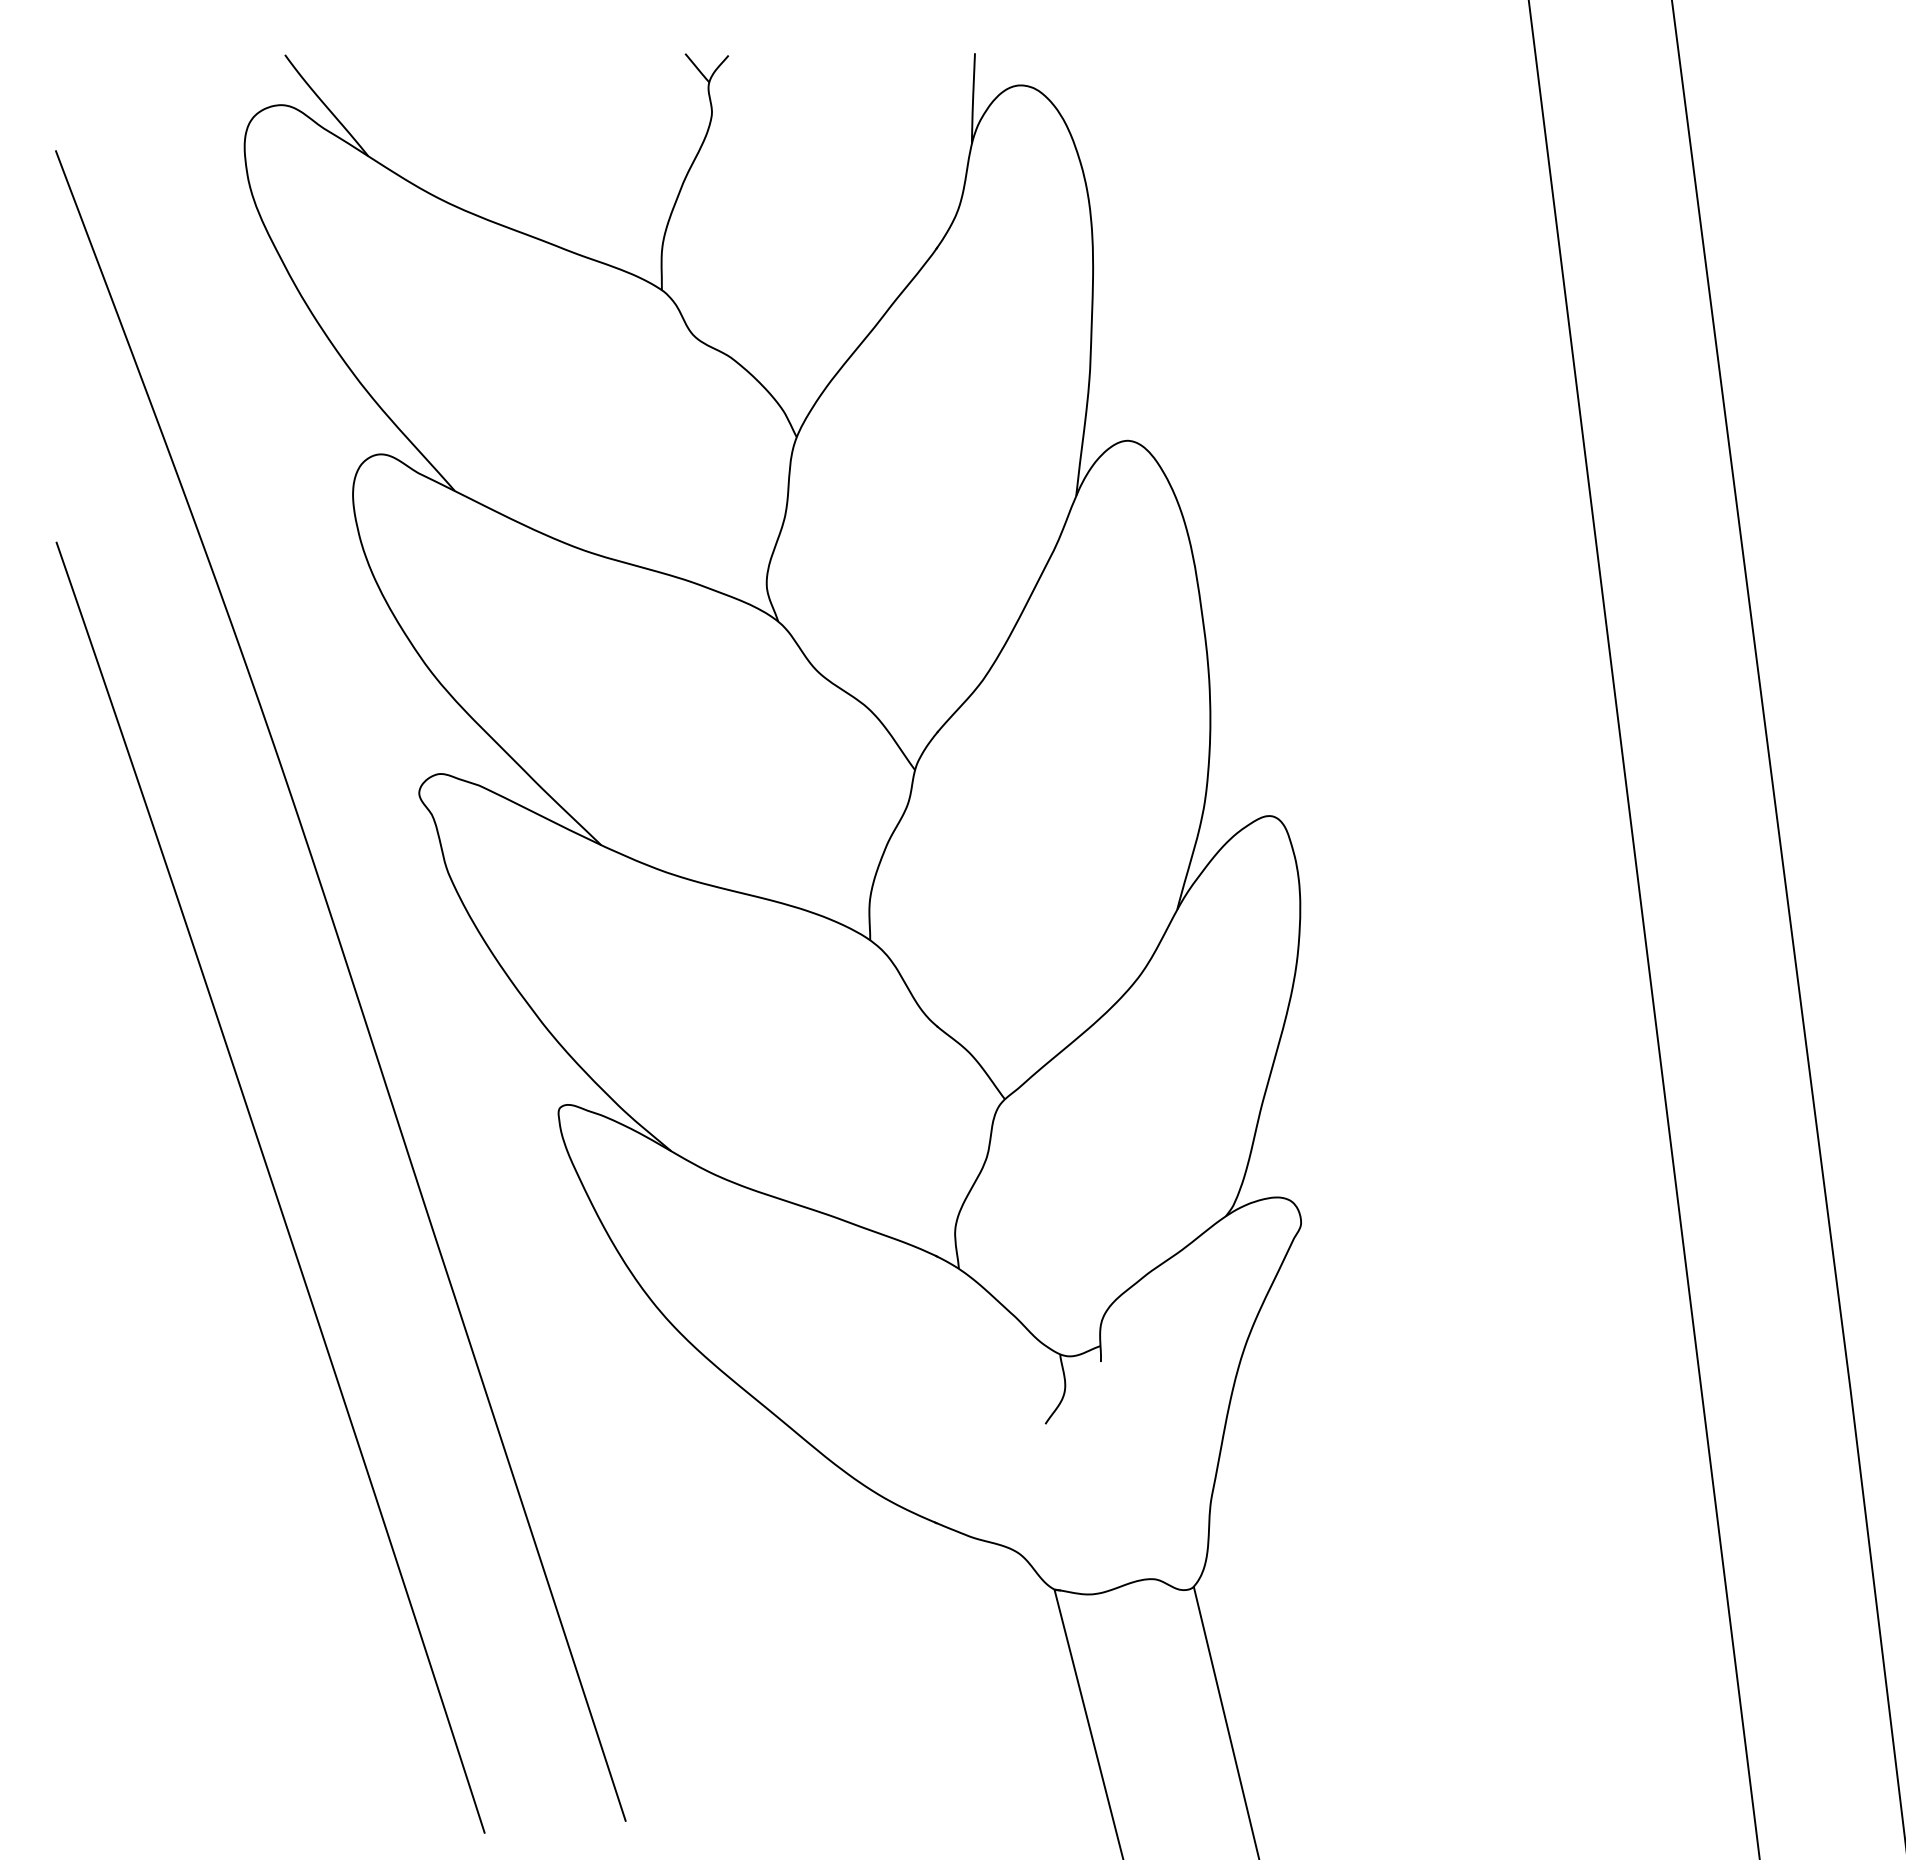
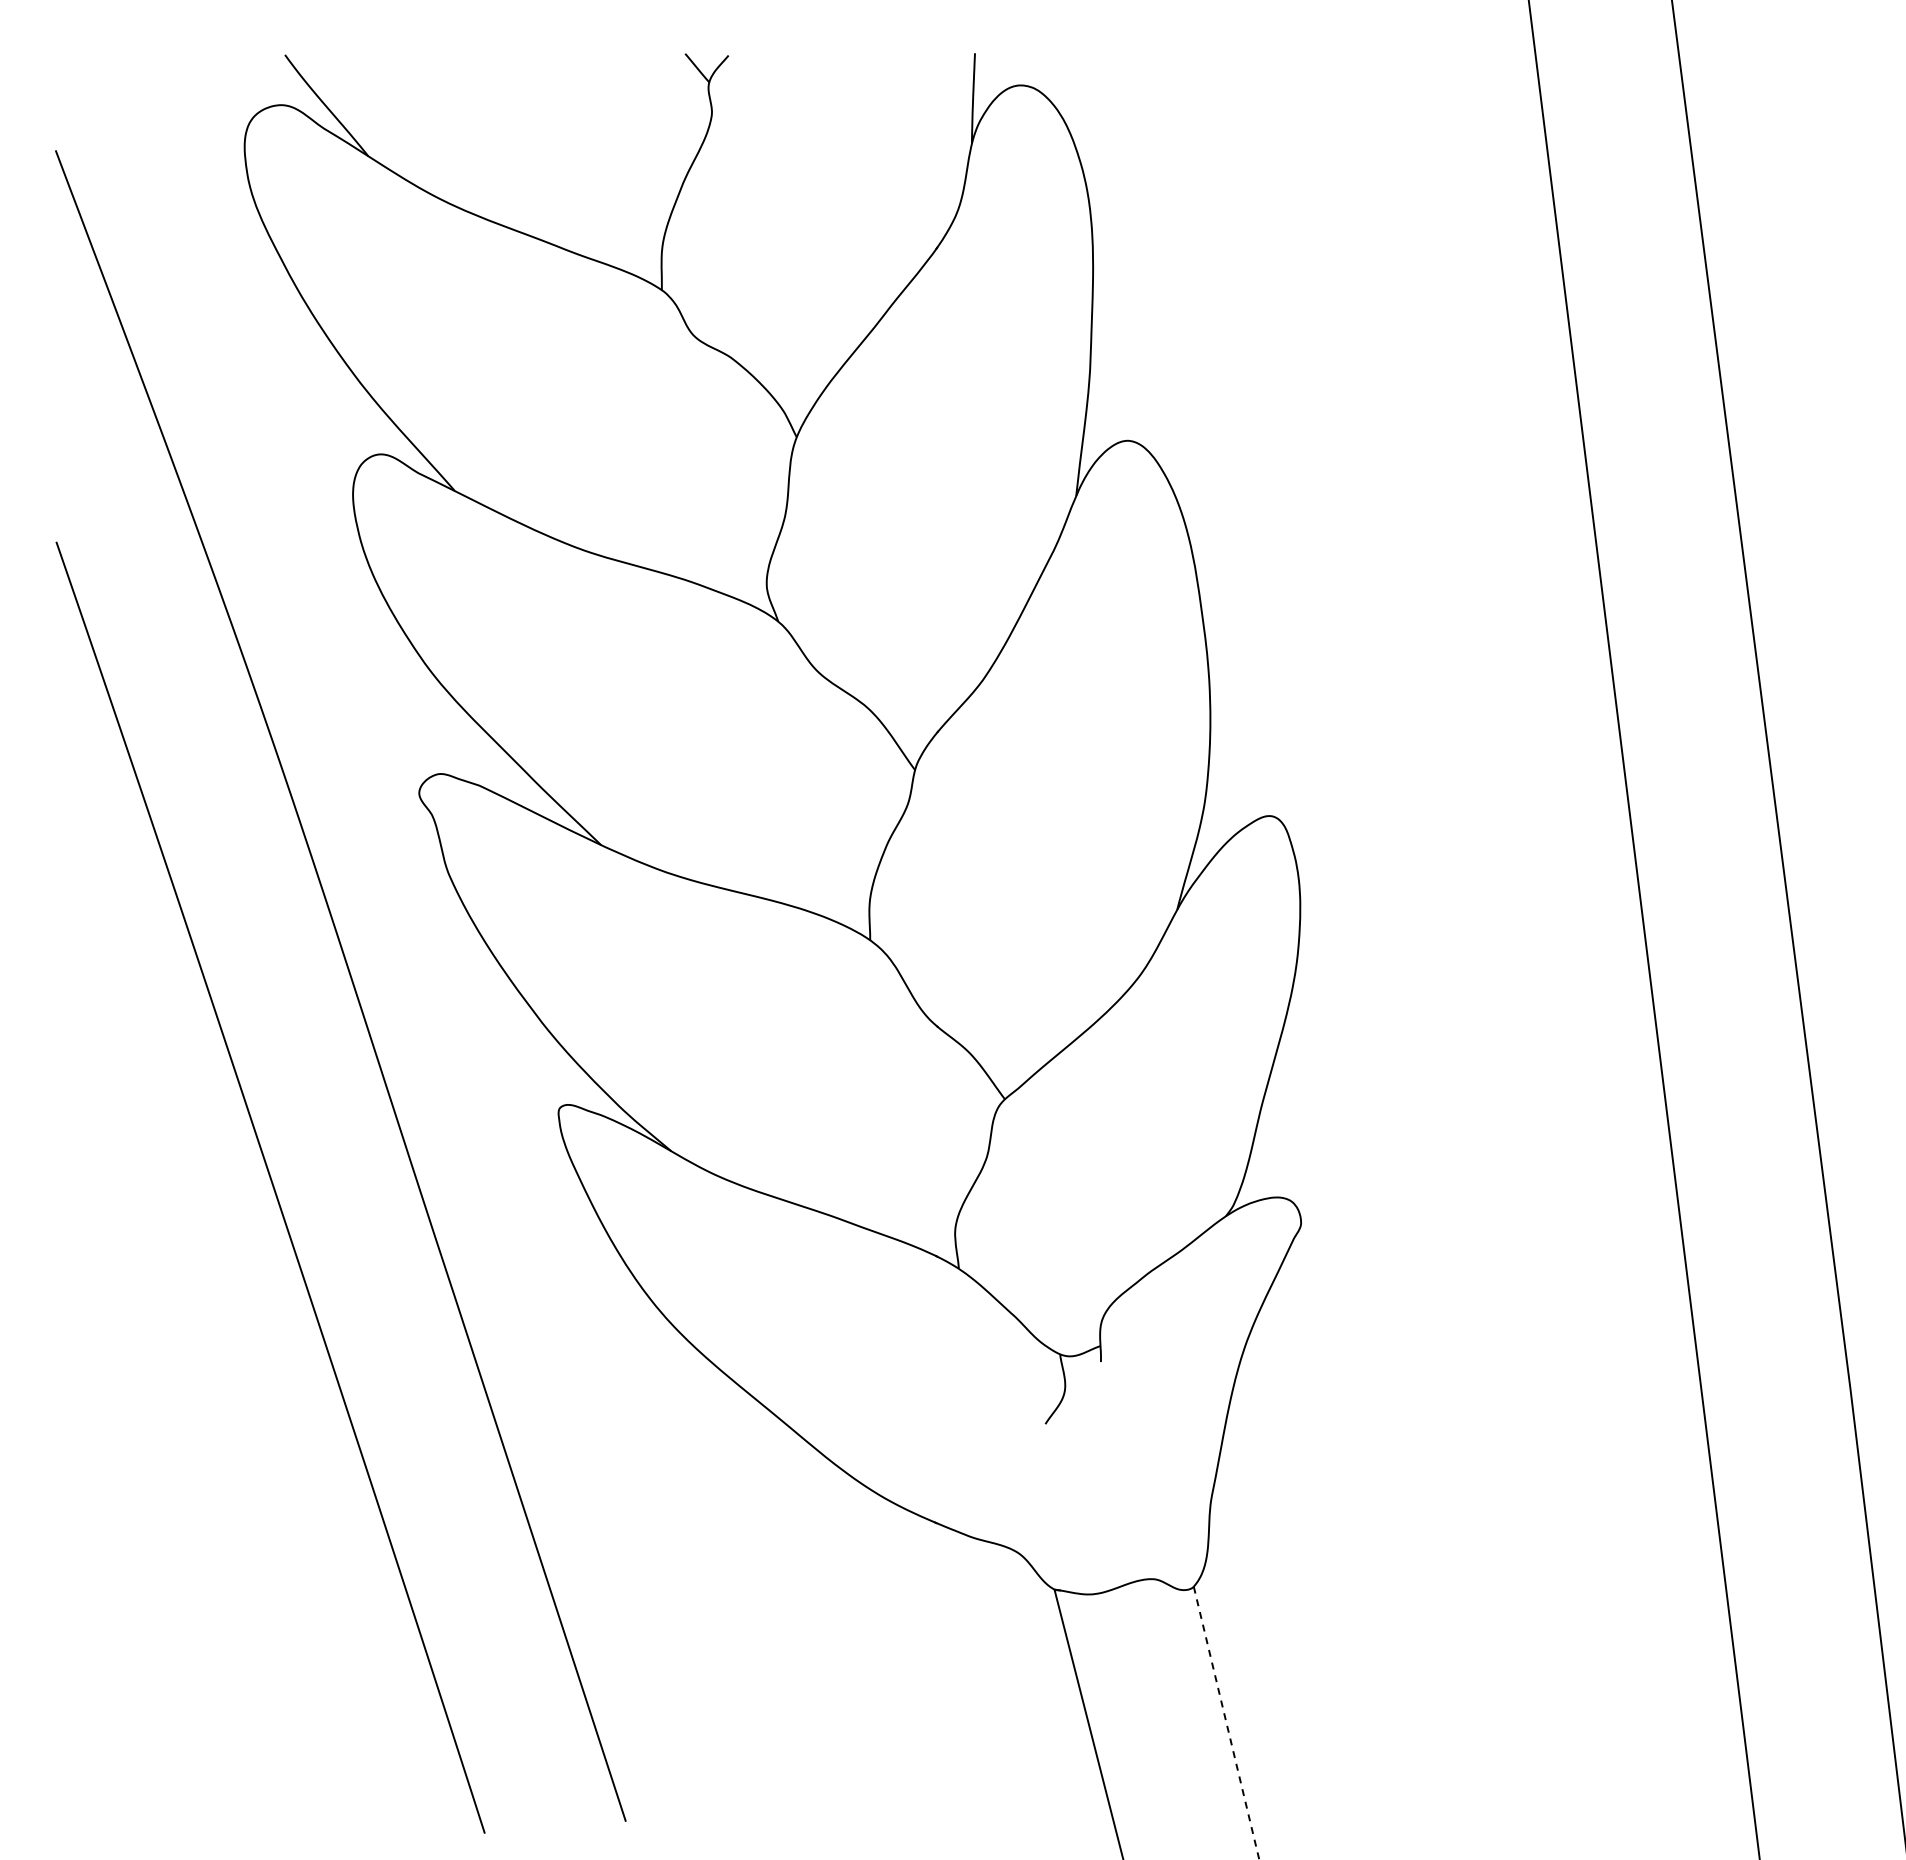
line at (1226, 1723): solid -> dashed
